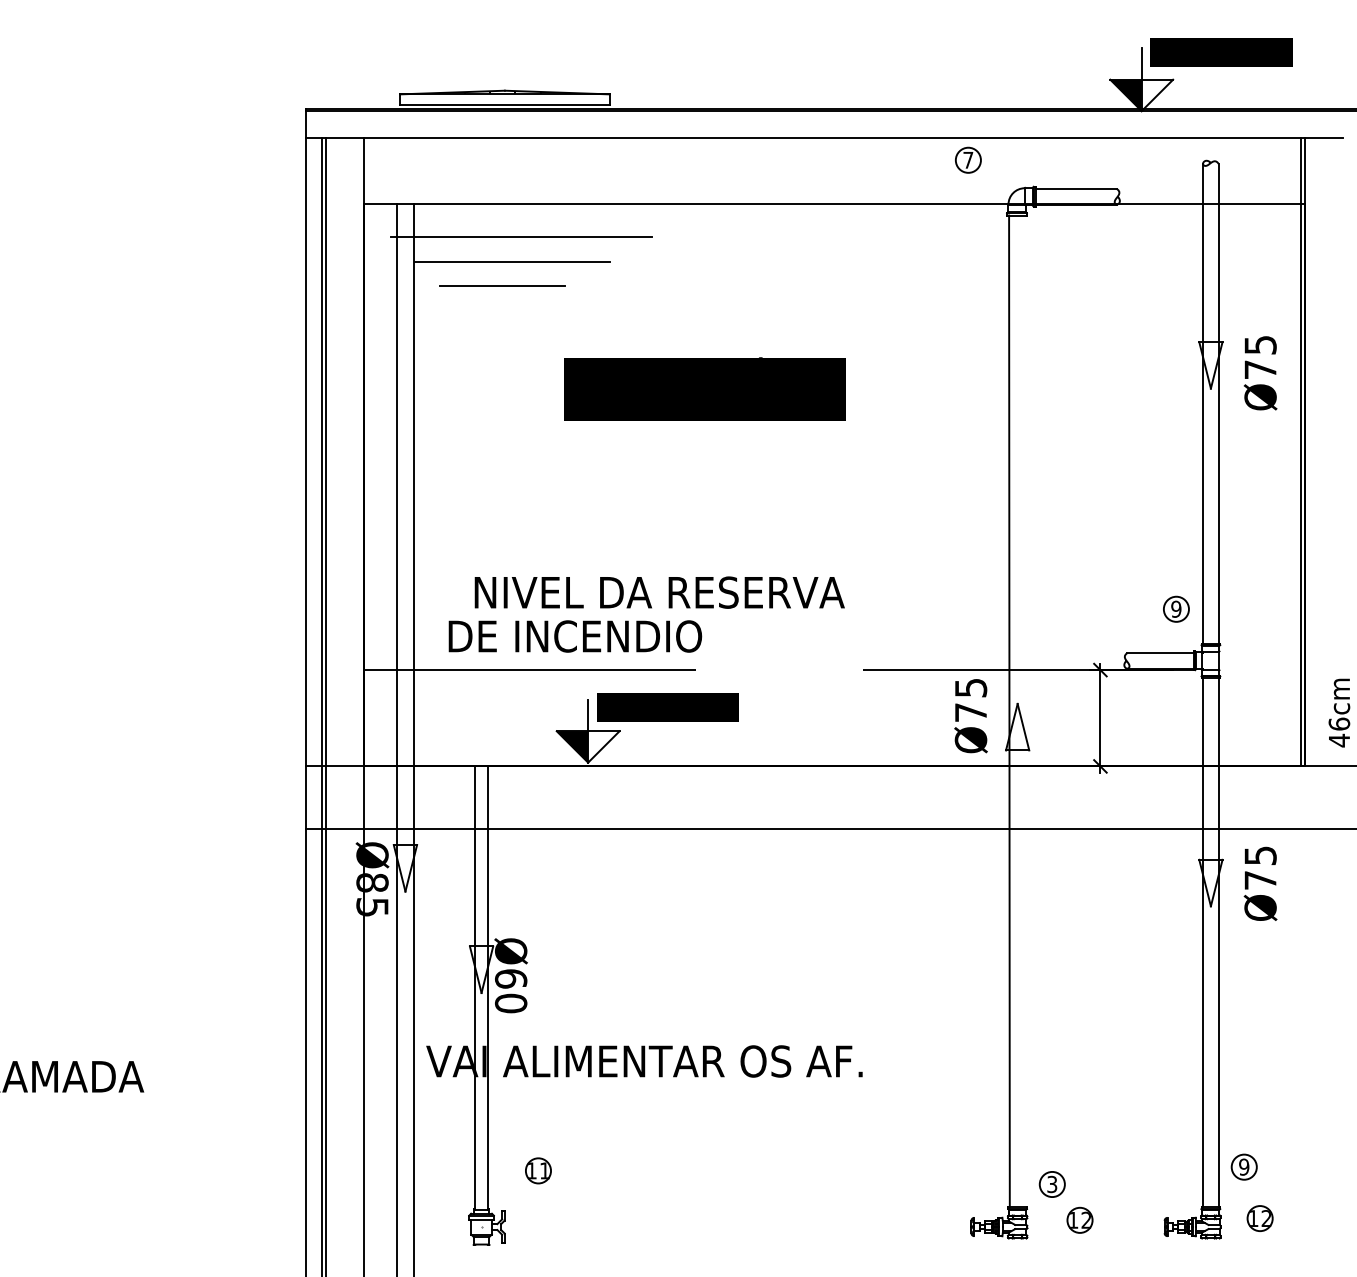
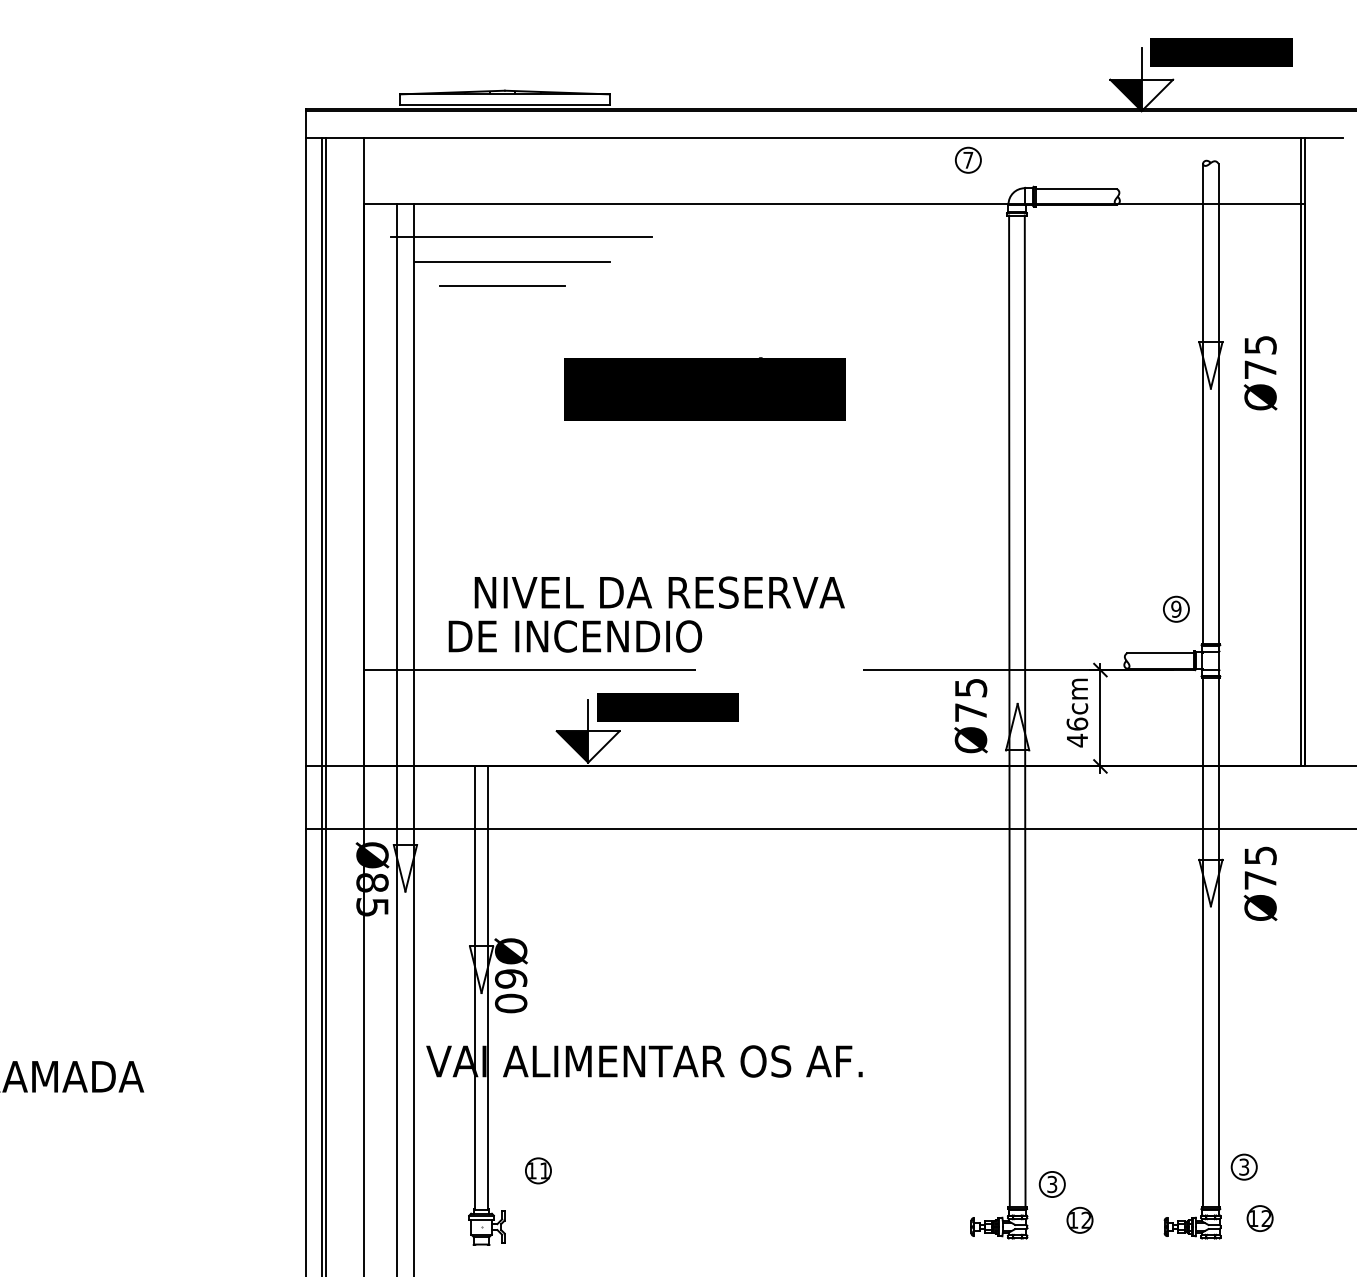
line at (1024, 711): none -> present
text at (1339, 712) position: (1339, 712) -> (1077, 712)
text at (1244, 1166): 9 -> 3
